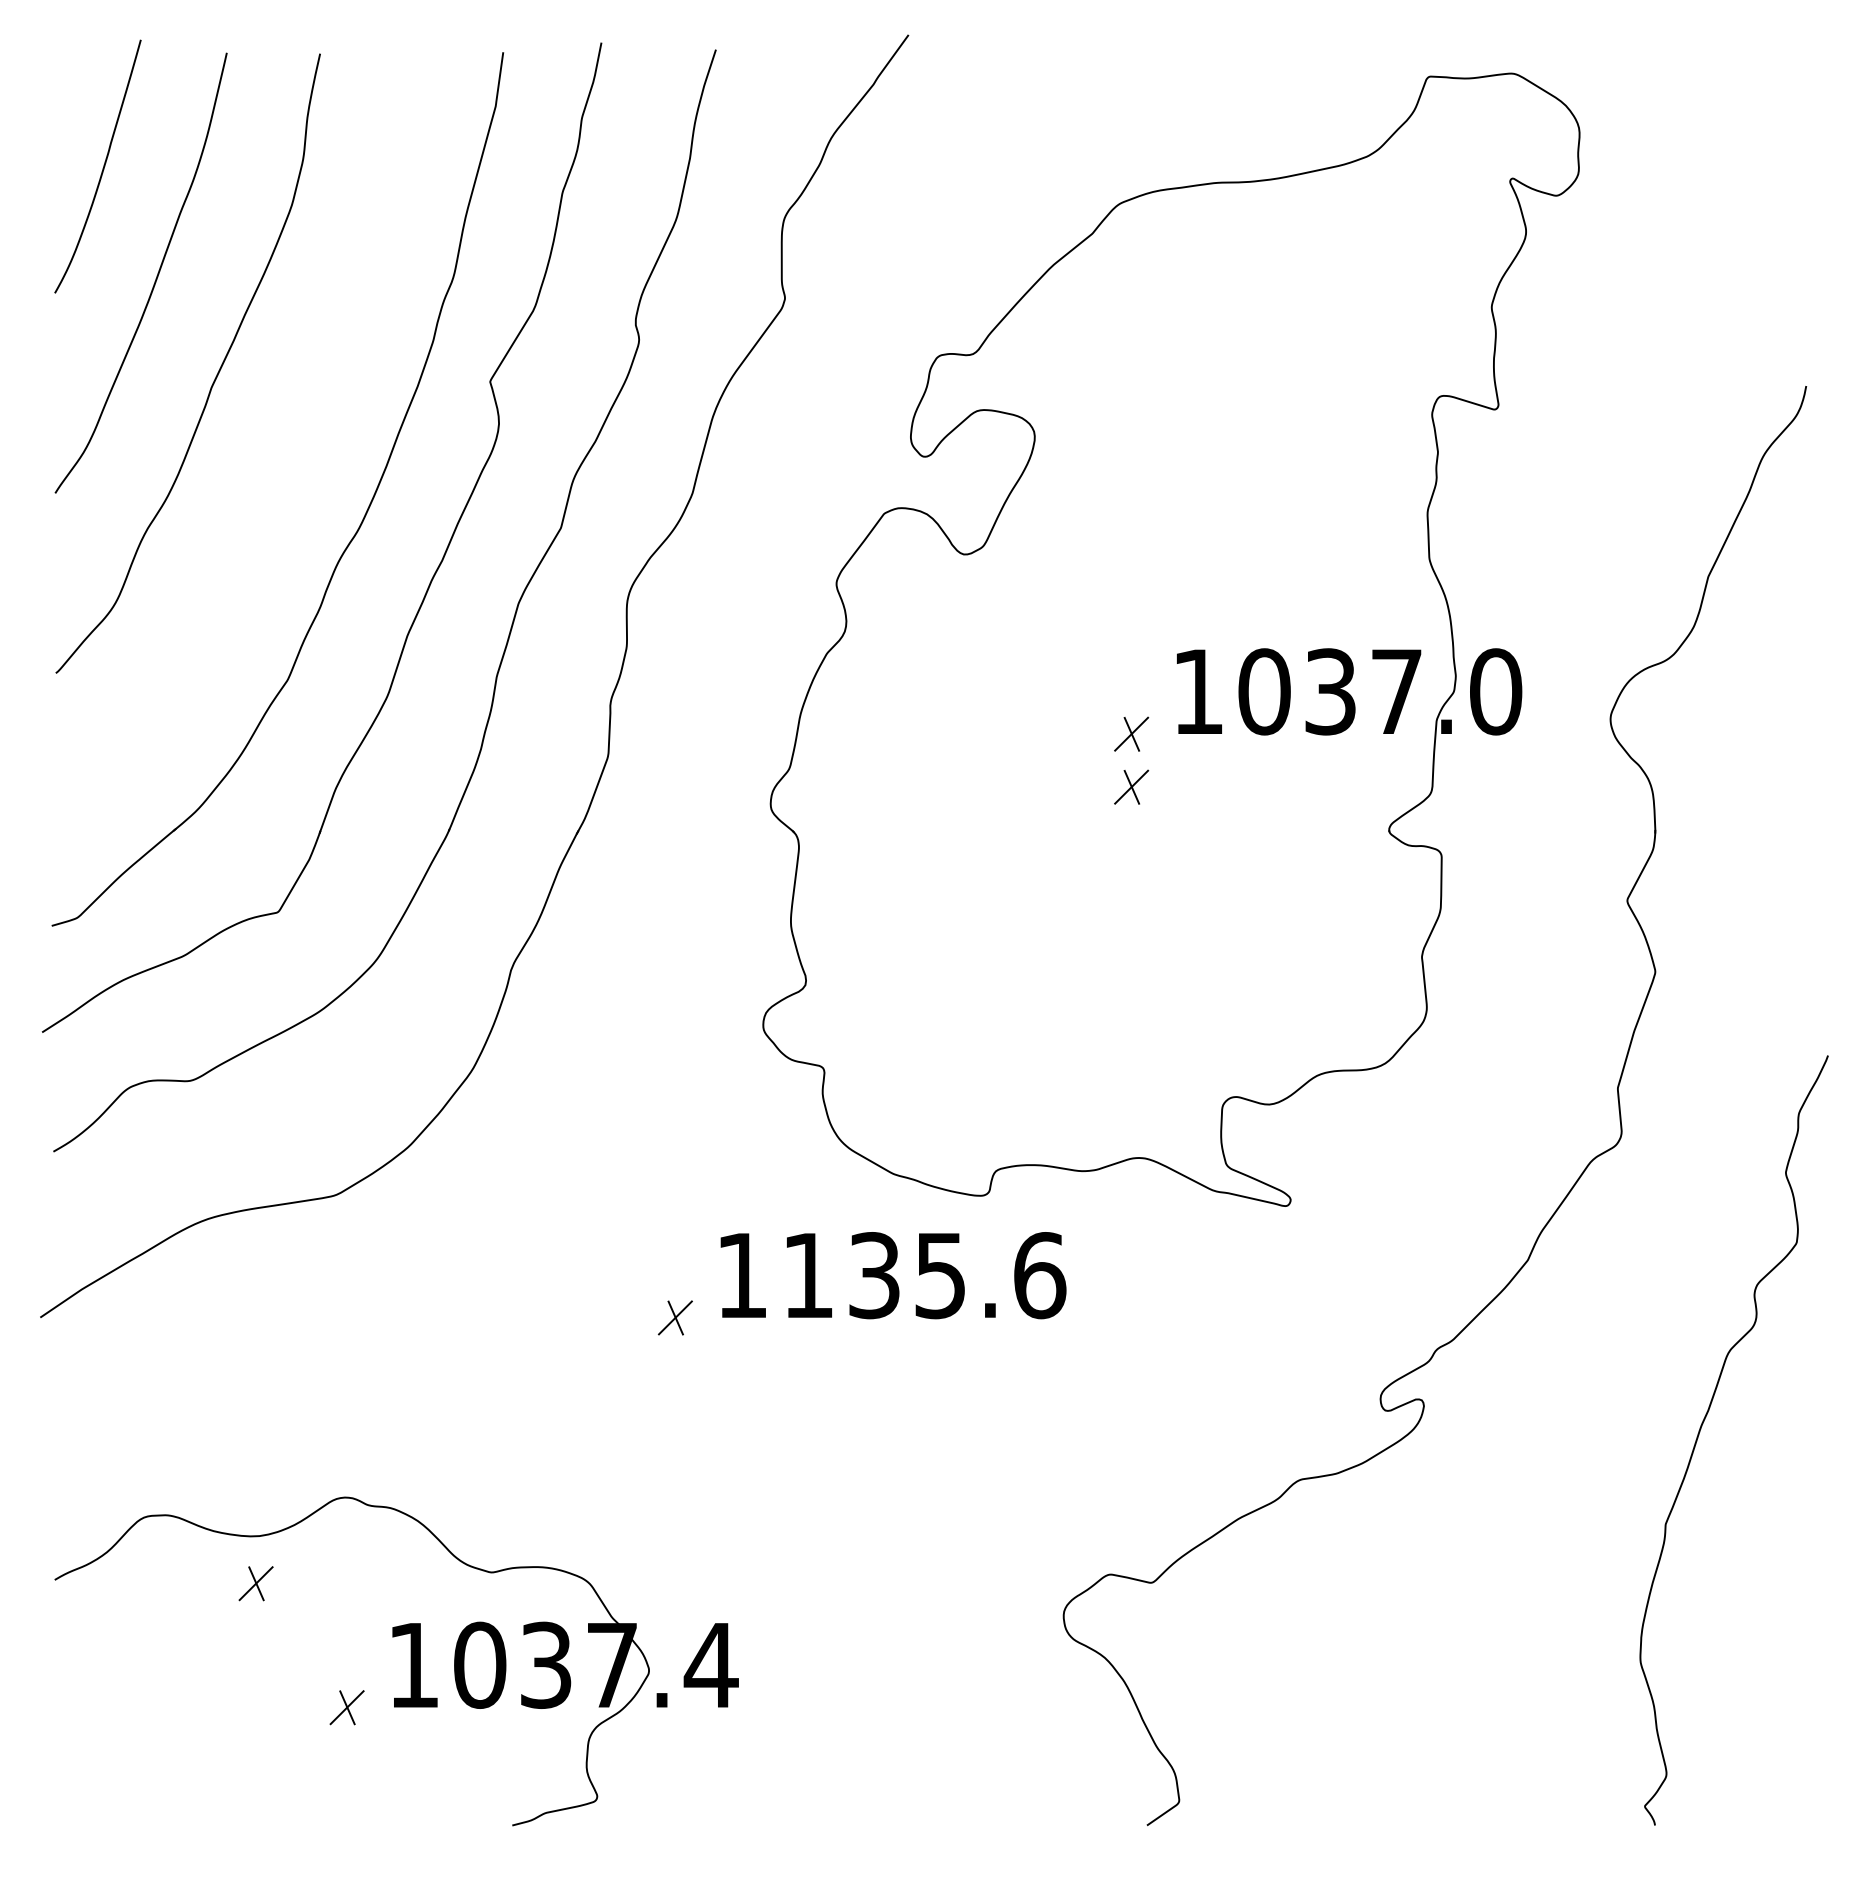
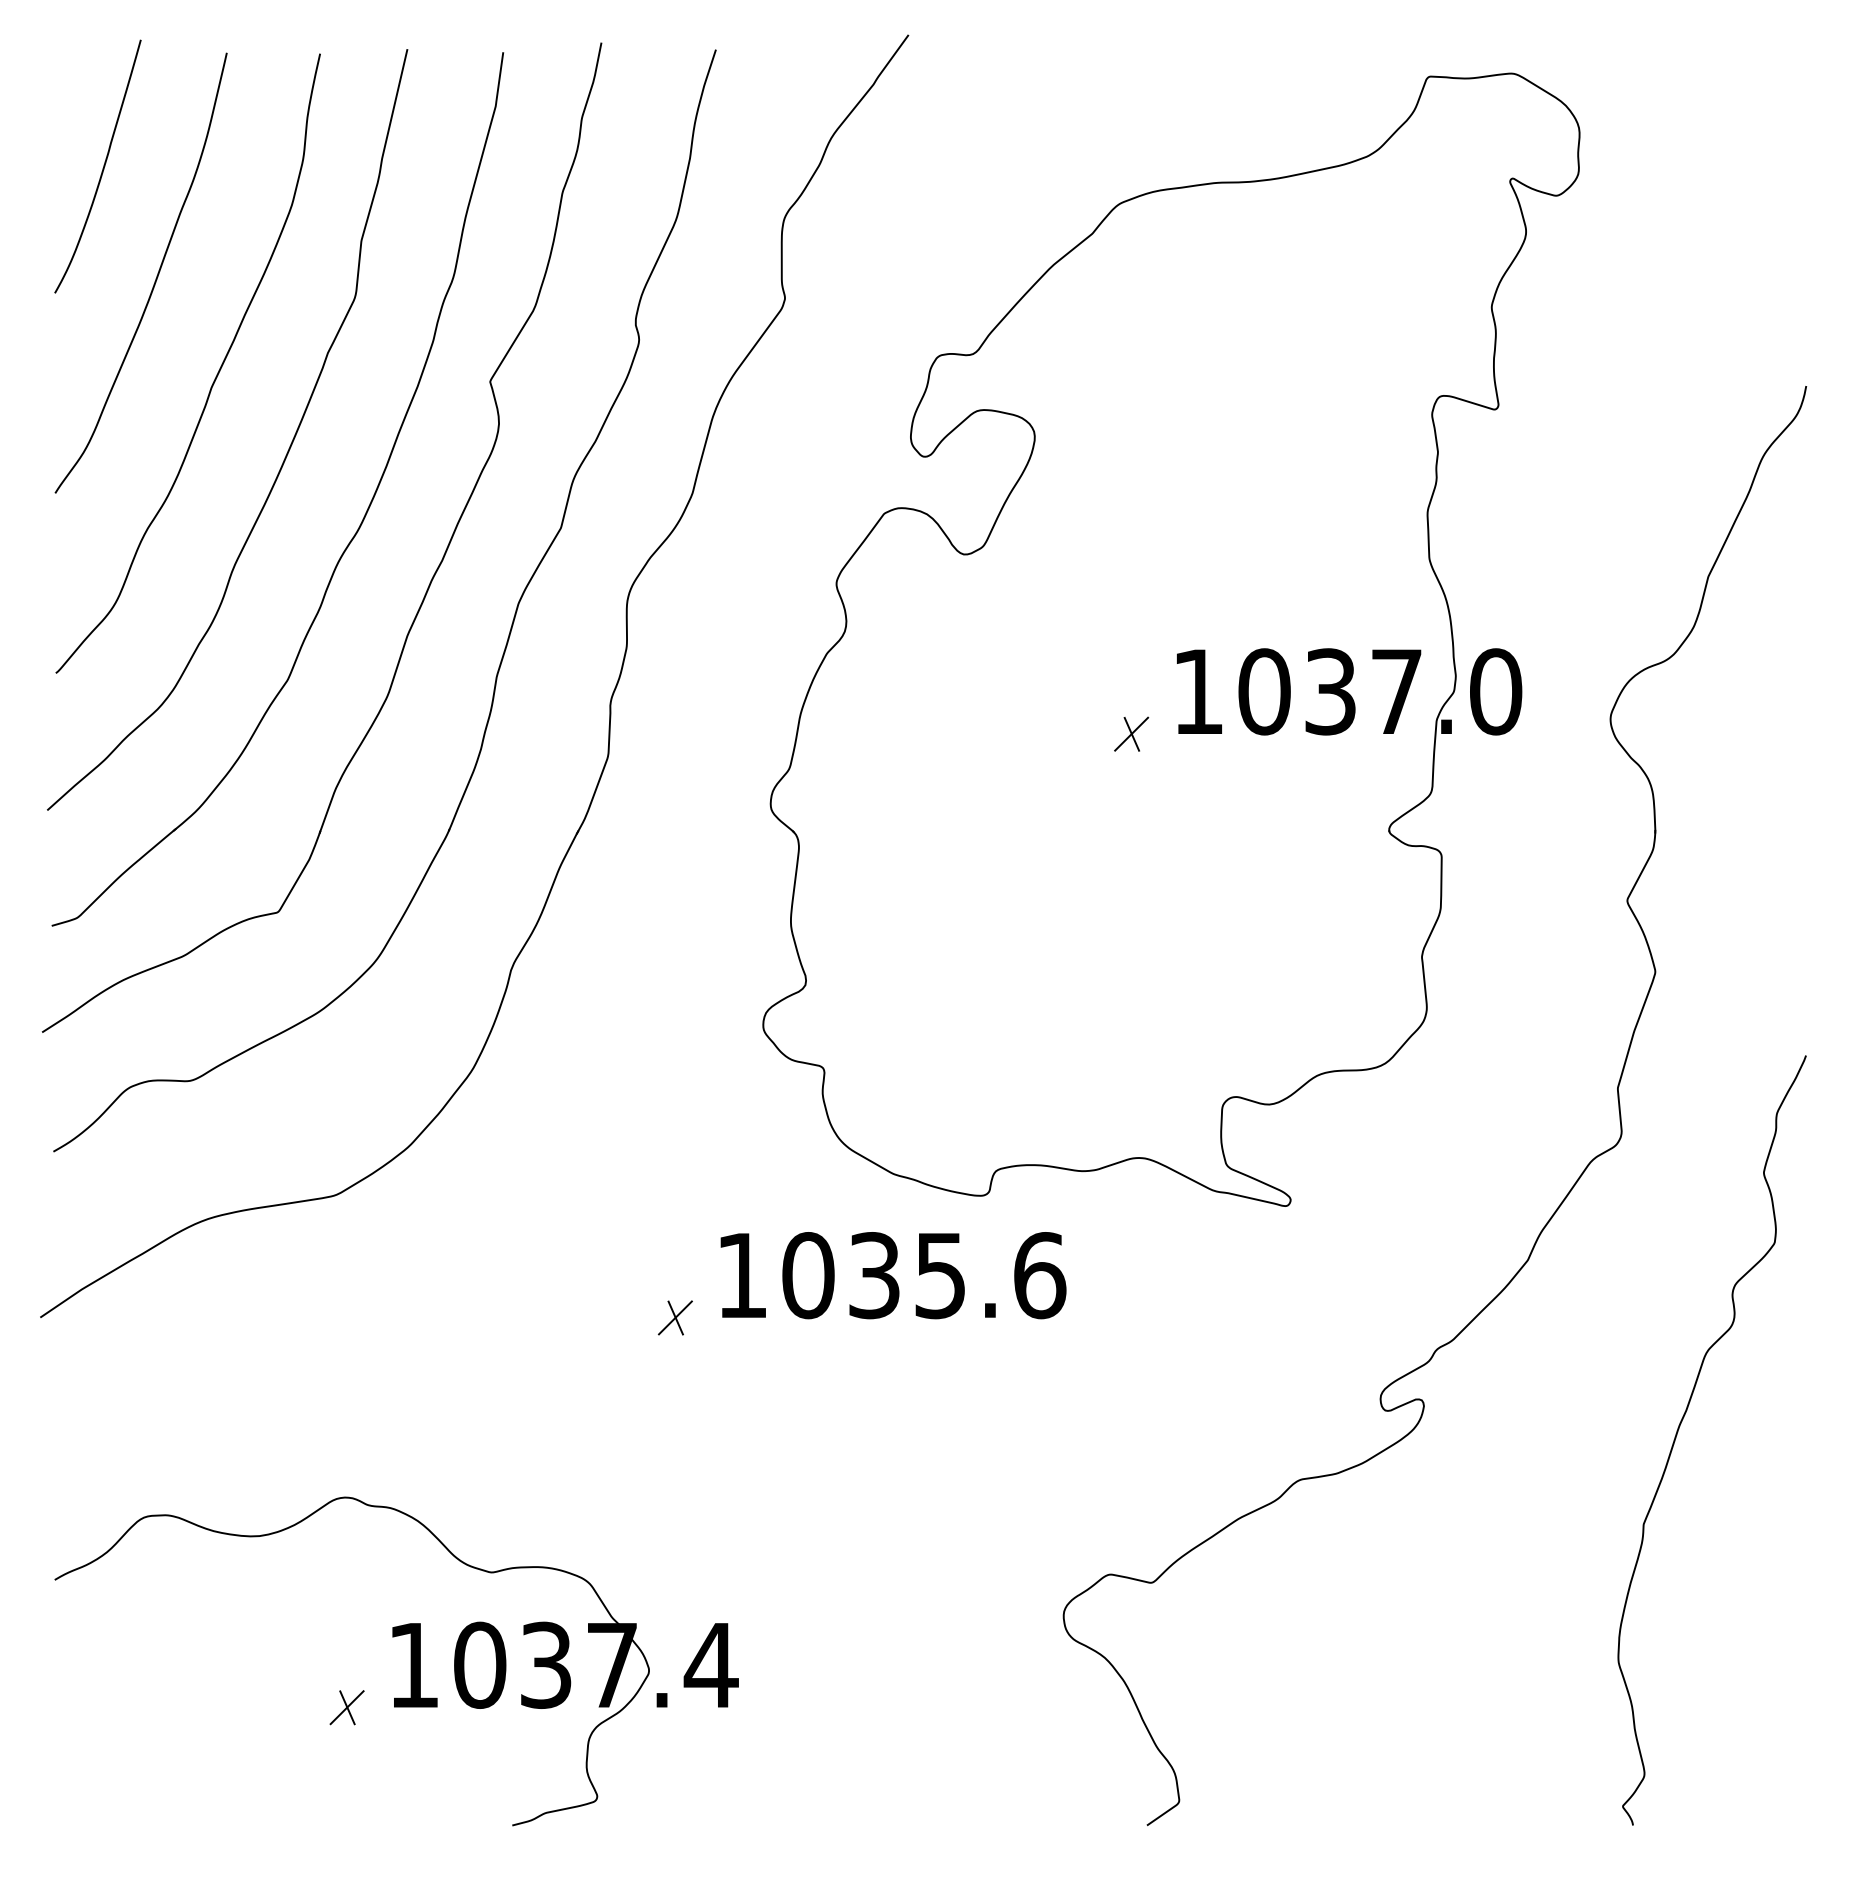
curve at (284, 457): none -> present
part at (1131, 786): present -> none
text at (808, 1275): 1135.6 -> 1035.6
curve at (1701, 1429) position: (1701, 1429) -> (1679, 1429)
part at (255, 1583): present -> none
